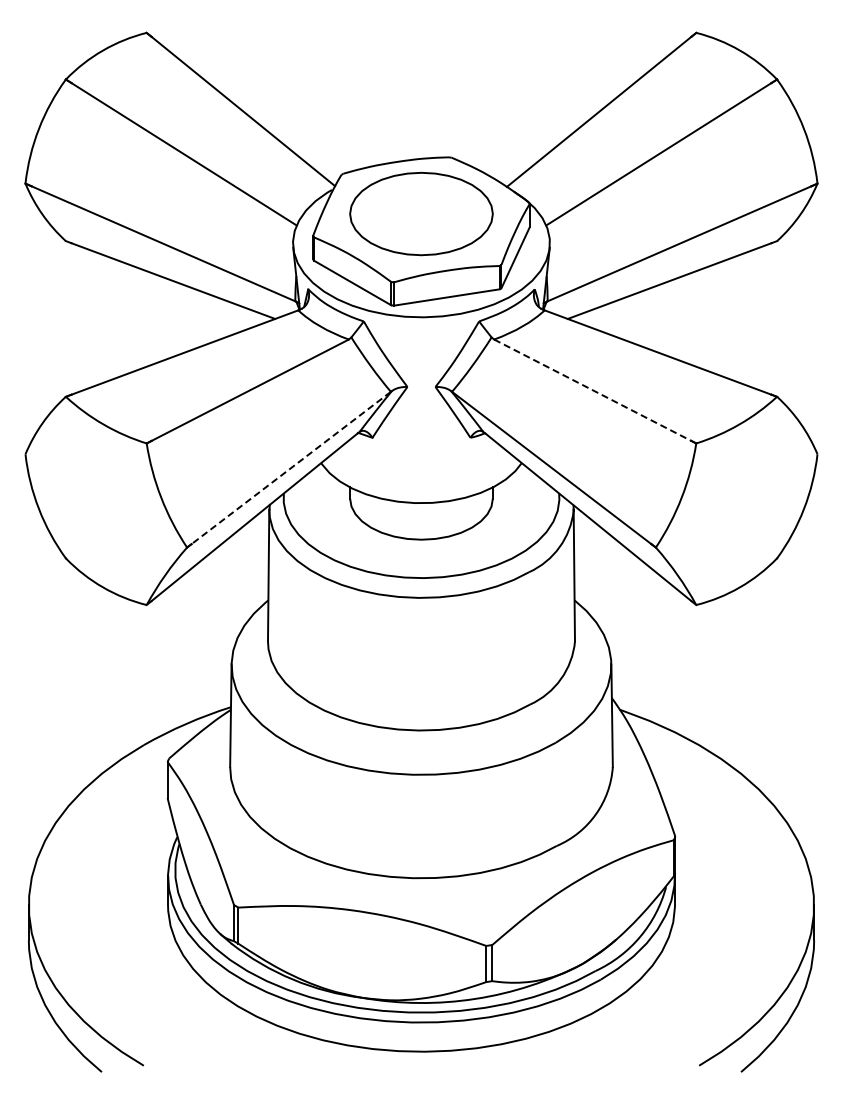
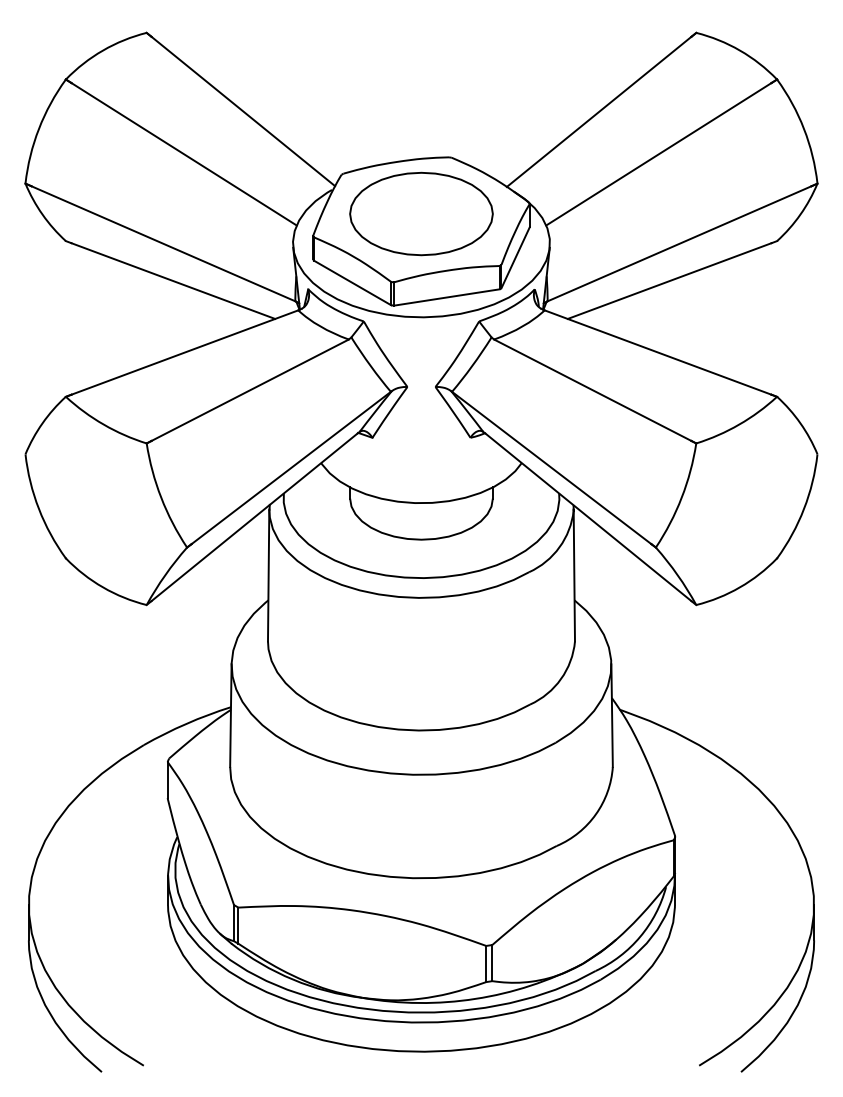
line at (592, 390): dashed -> solid
line at (290, 468): dashed -> solid
